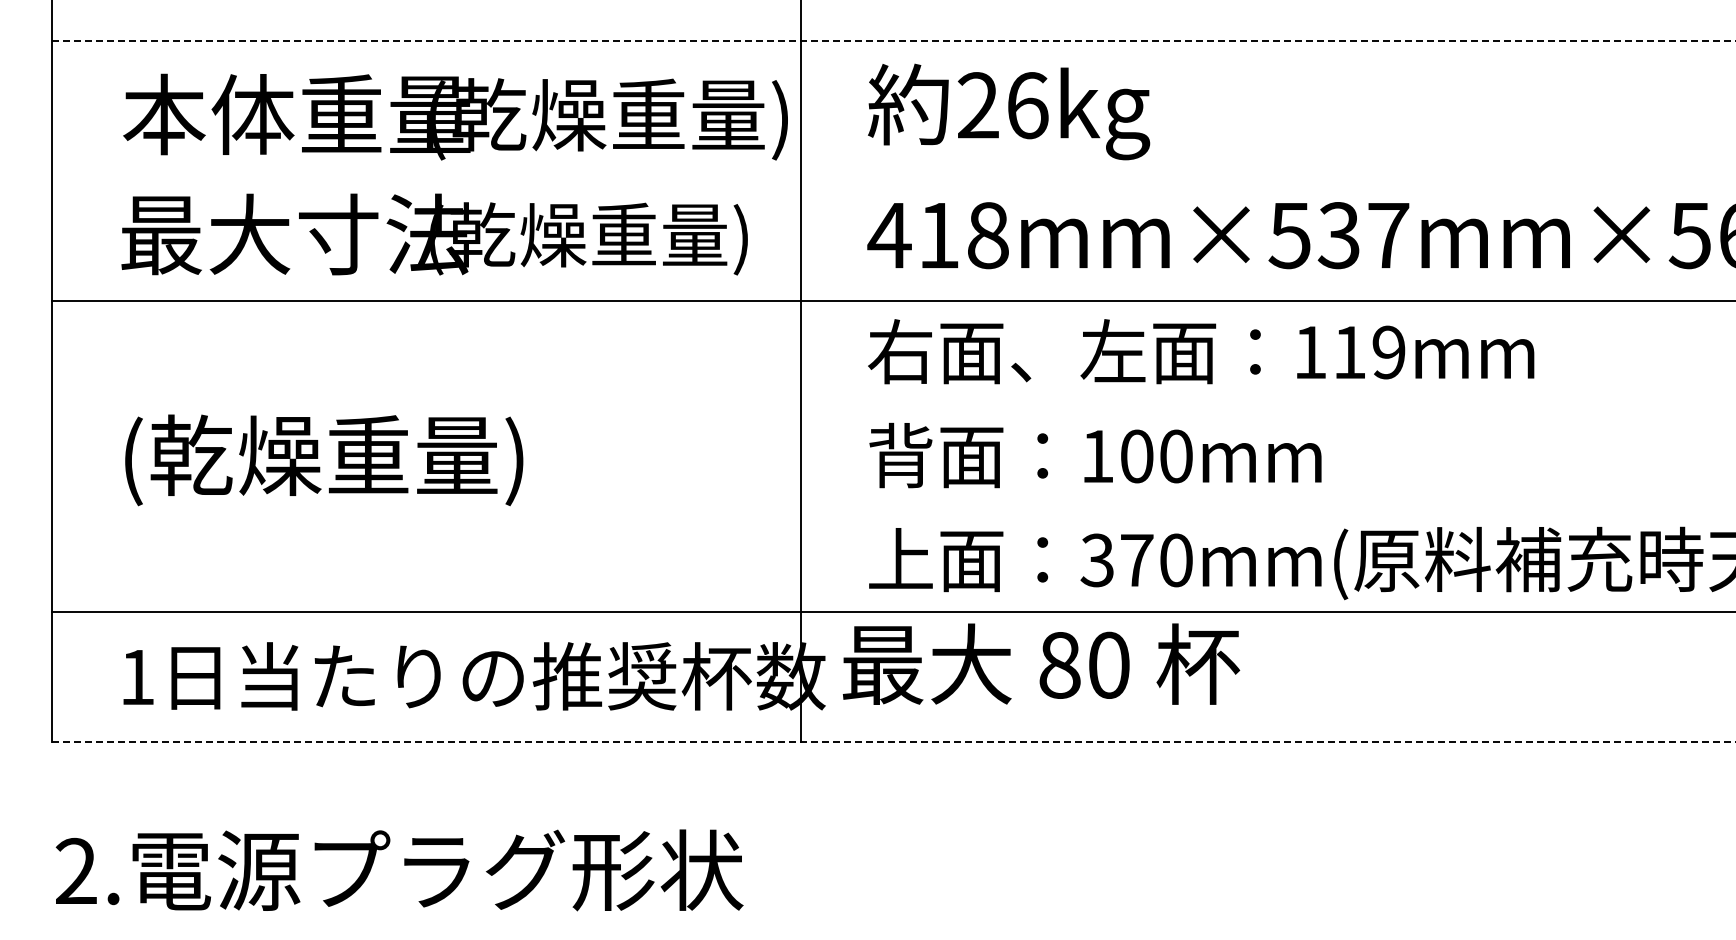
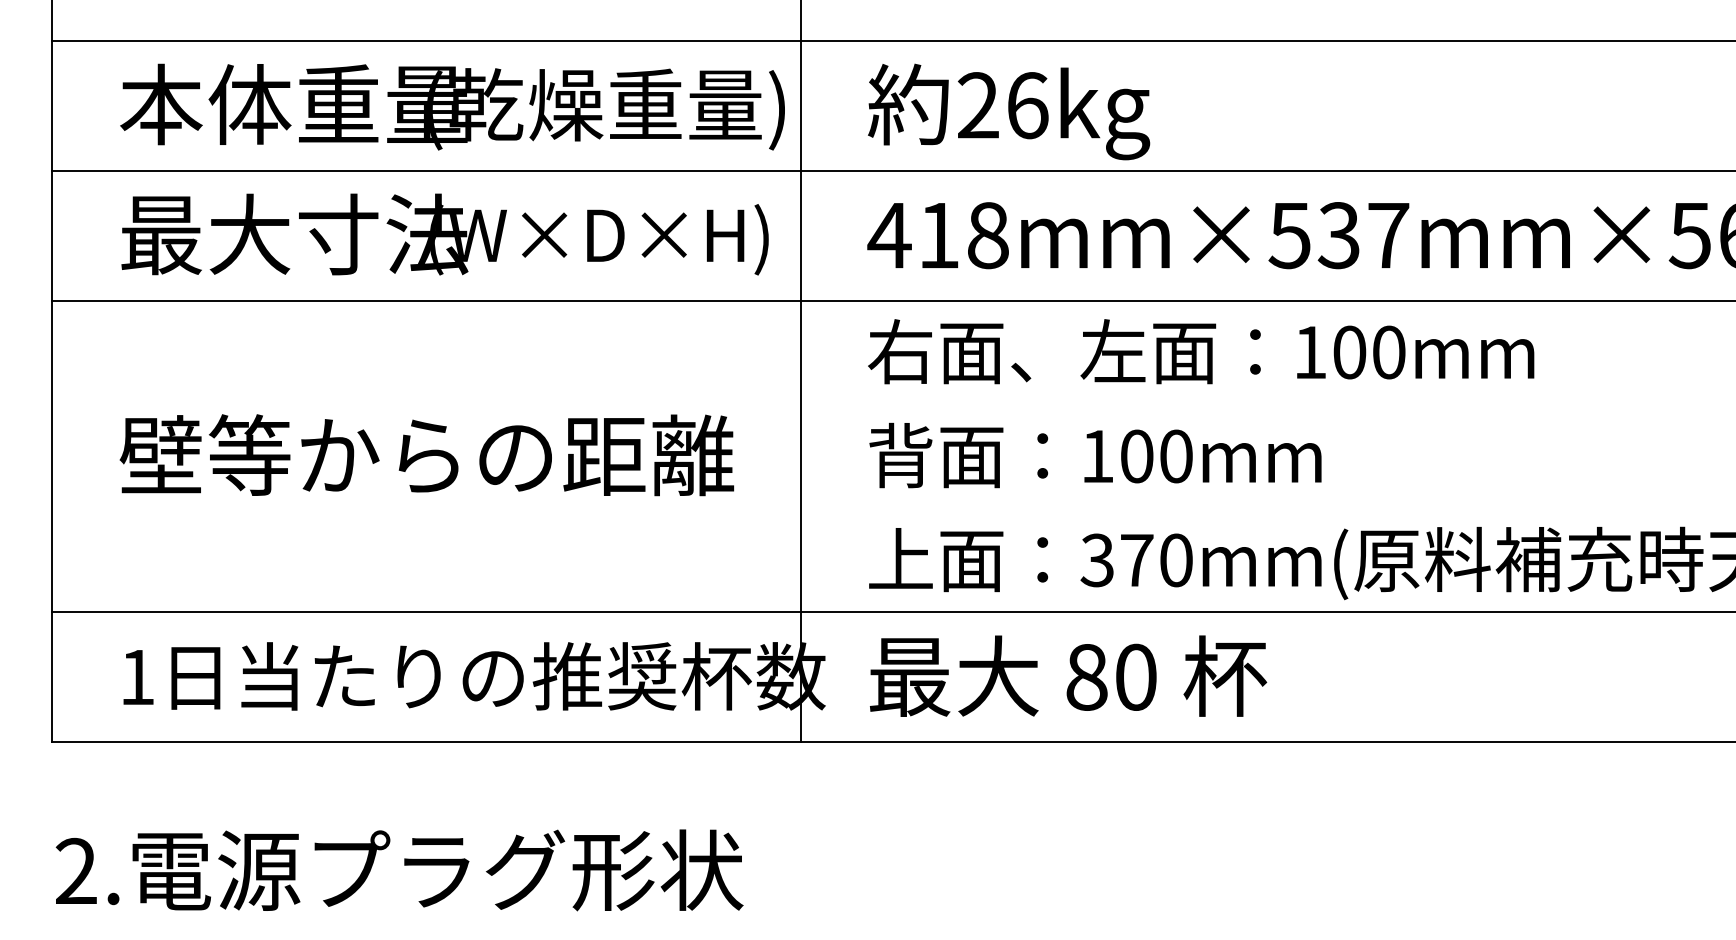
line at (894, 40): dashed -> solid
text at (455, 116) position: (455, 116) -> (452, 106)
line at (892, 170): none -> present
text at (608, 238): (乾燥重量) -> (W×D×H)
text at (1369, 352): 119mm -> 100mm
text at (426, 460): (乾燥重量) -> 壁等からの距離
text at (1041, 663) position: (1041, 663) -> (1068, 675)
line at (894, 742): dashed -> solid
